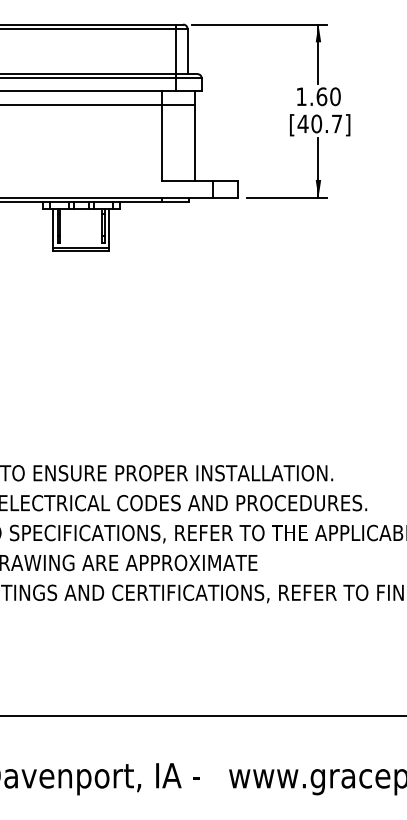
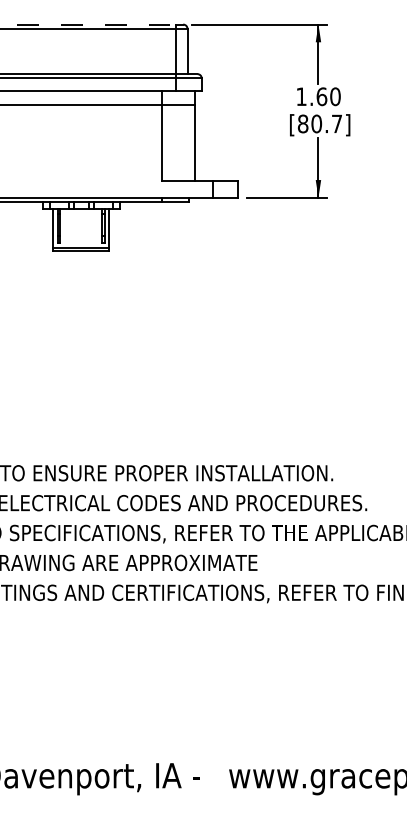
line at (88, 24): solid -> dashed
text at (302, 123): [40.7] -> [80.7]
line at (202, 716): present -> none
